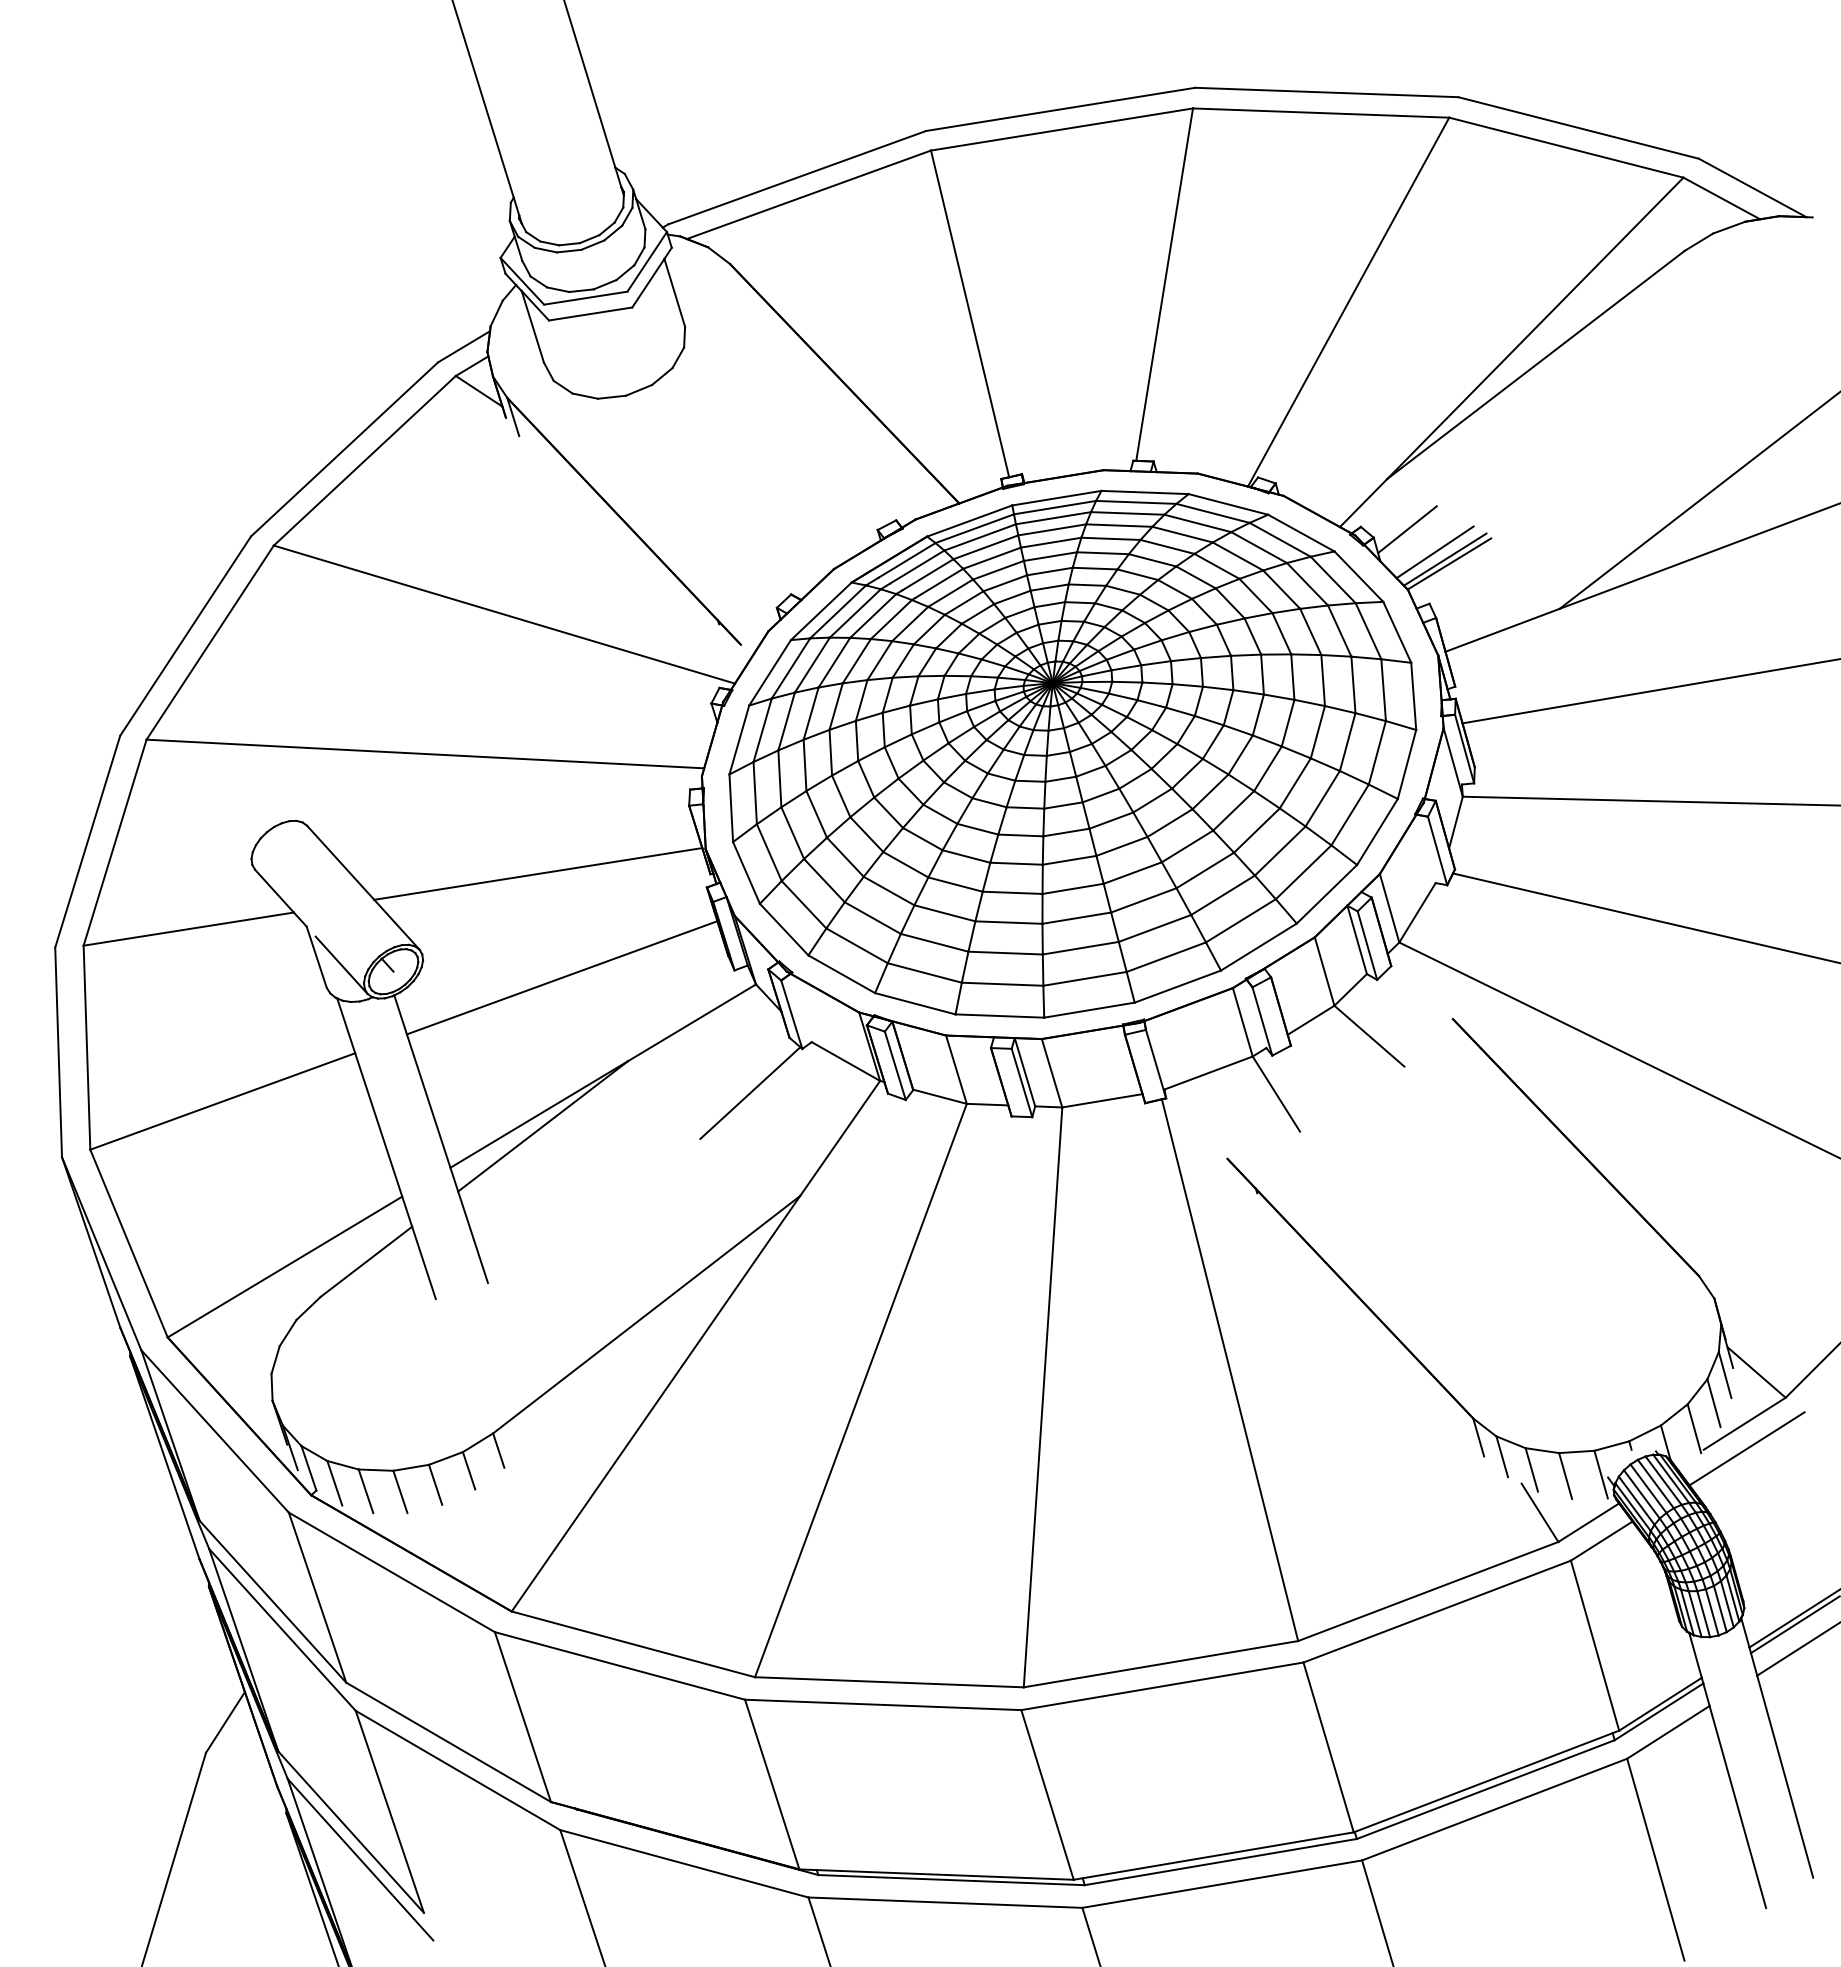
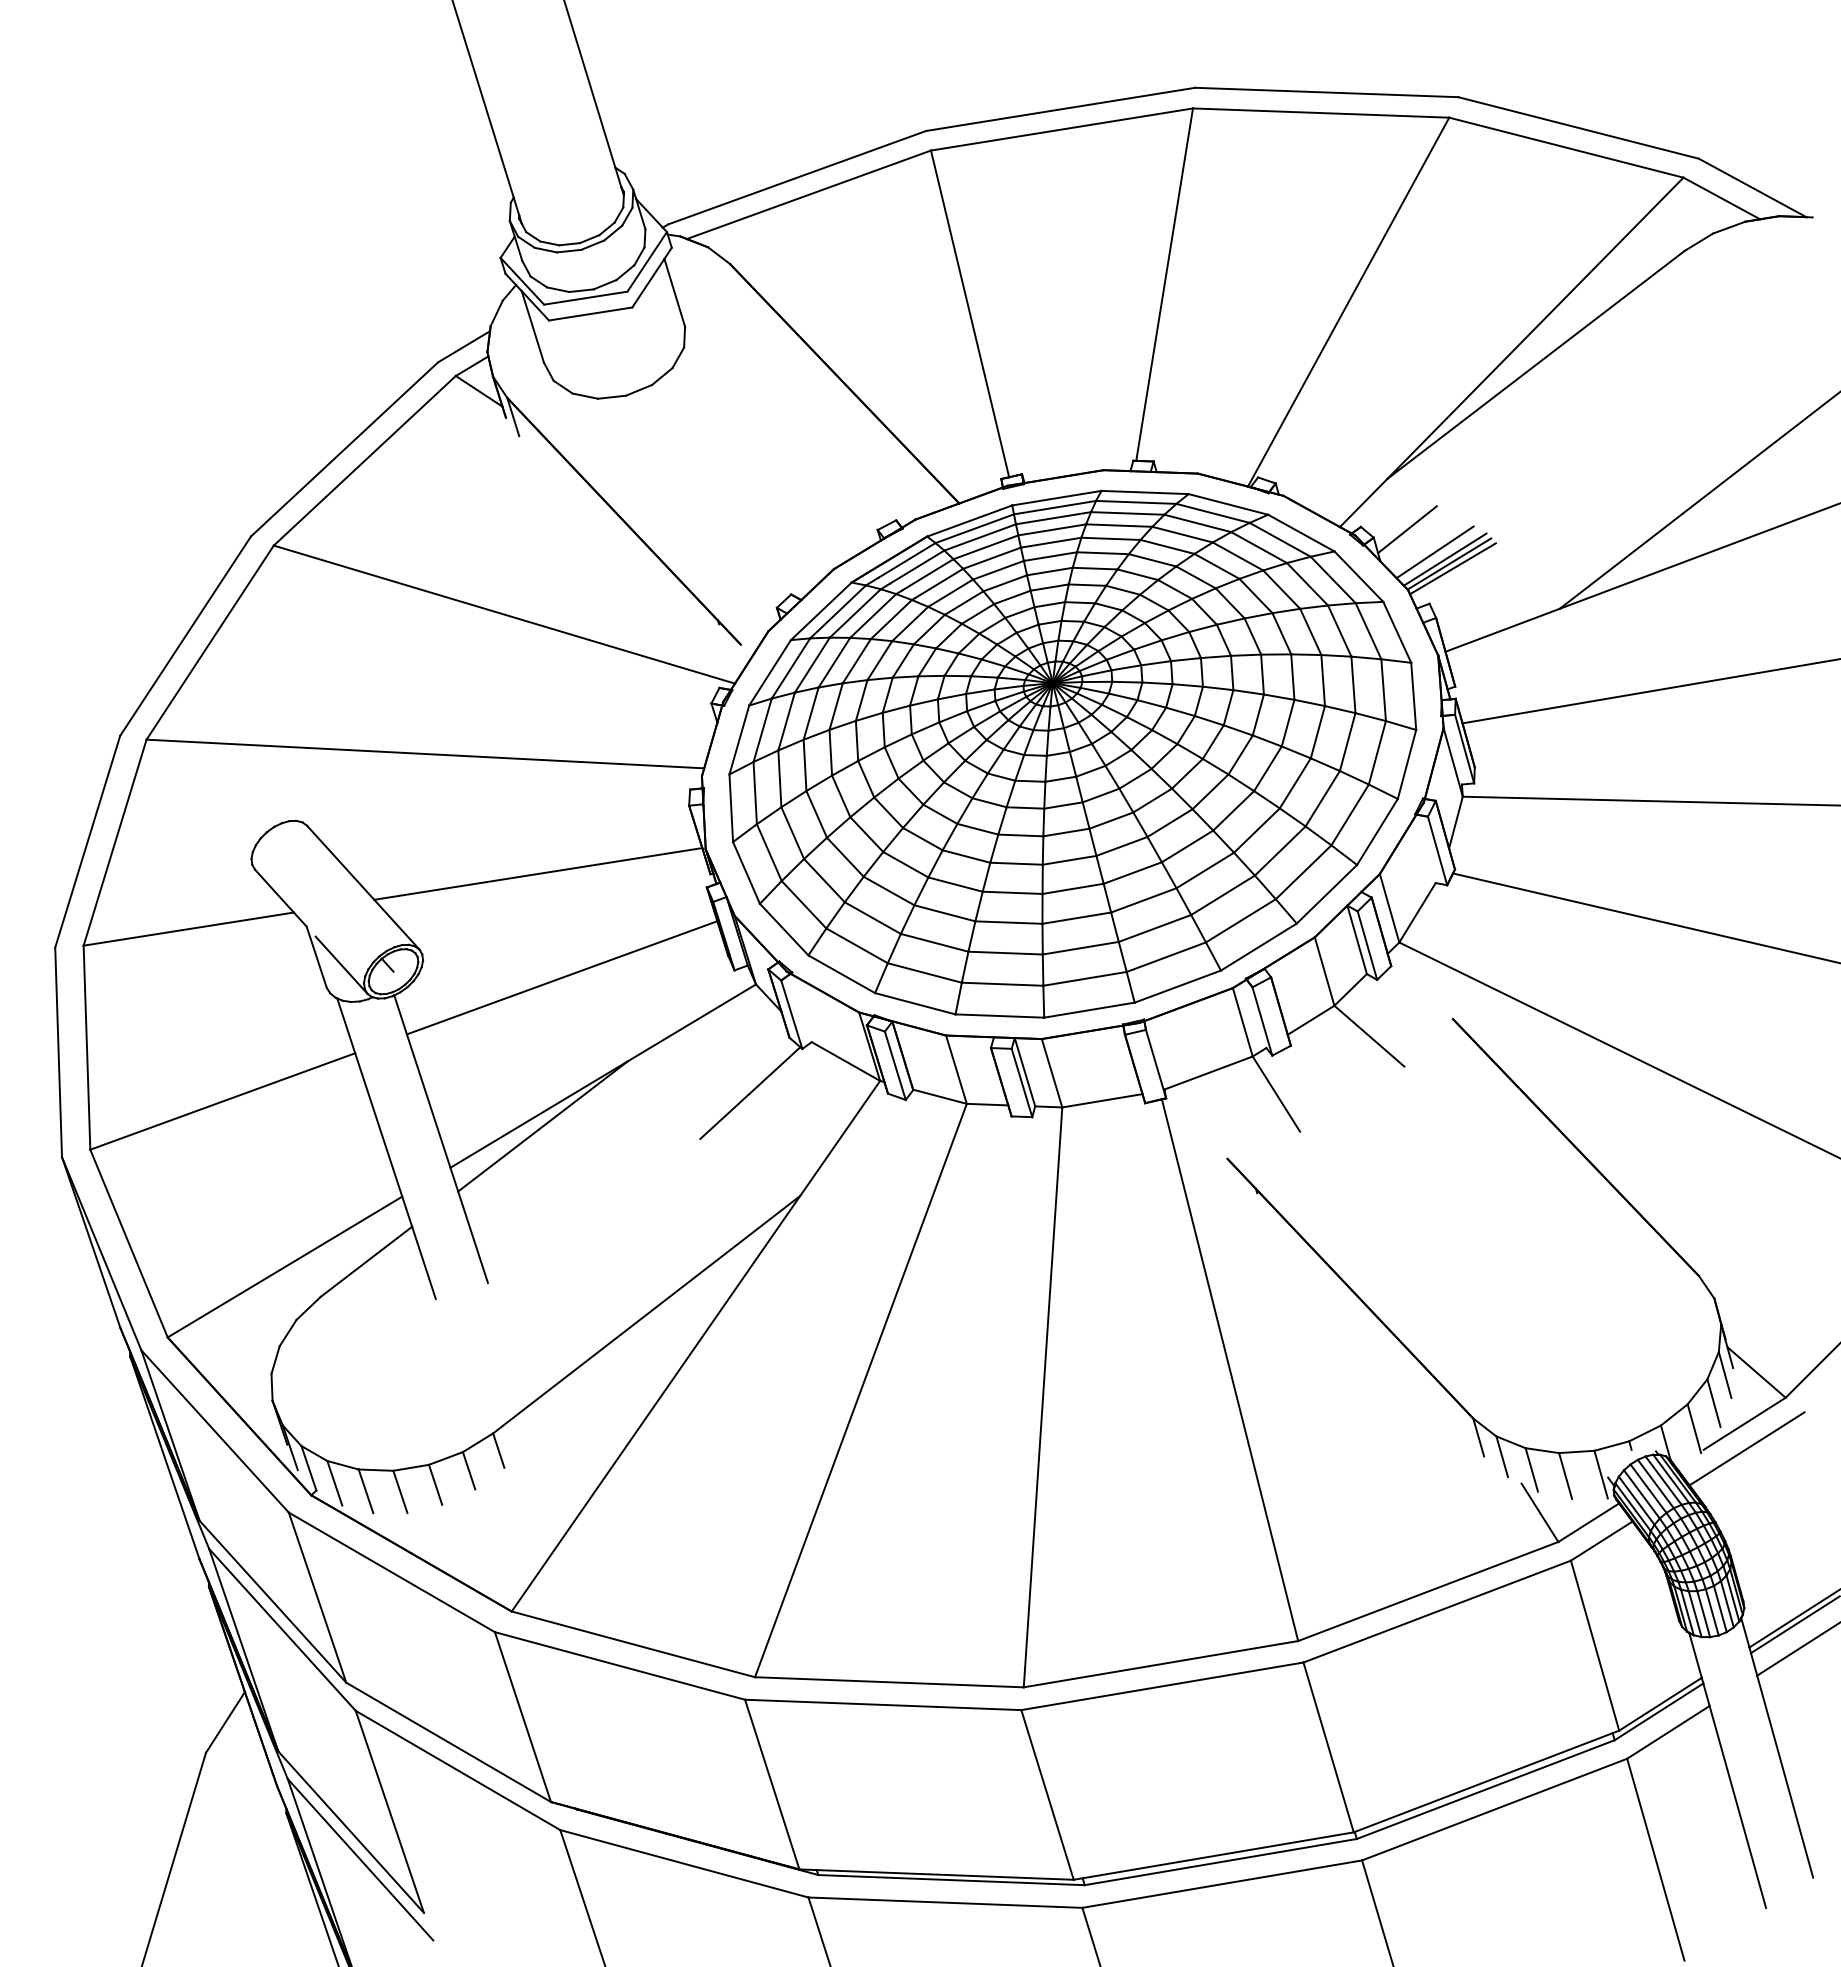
line at (1452, 568): none -> present
